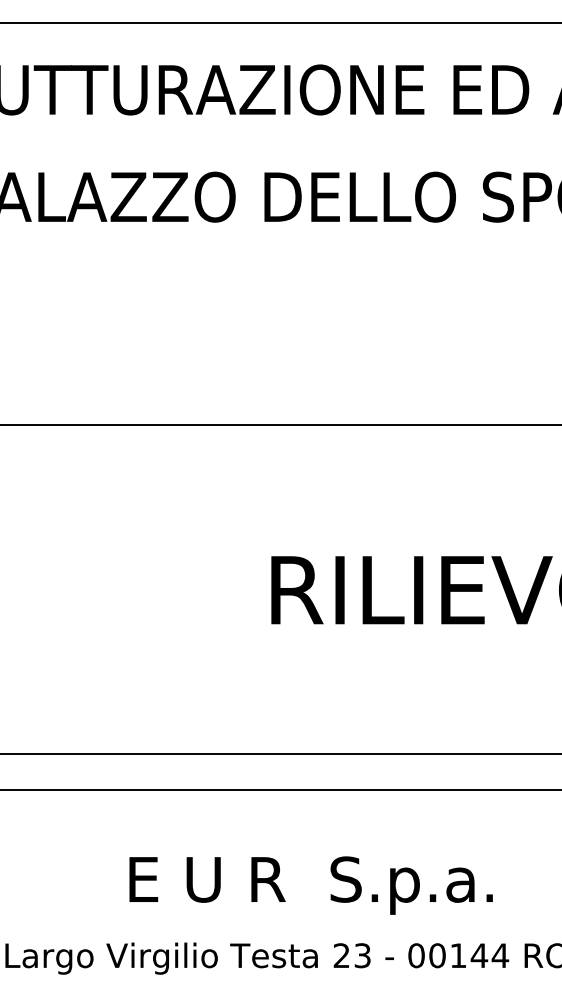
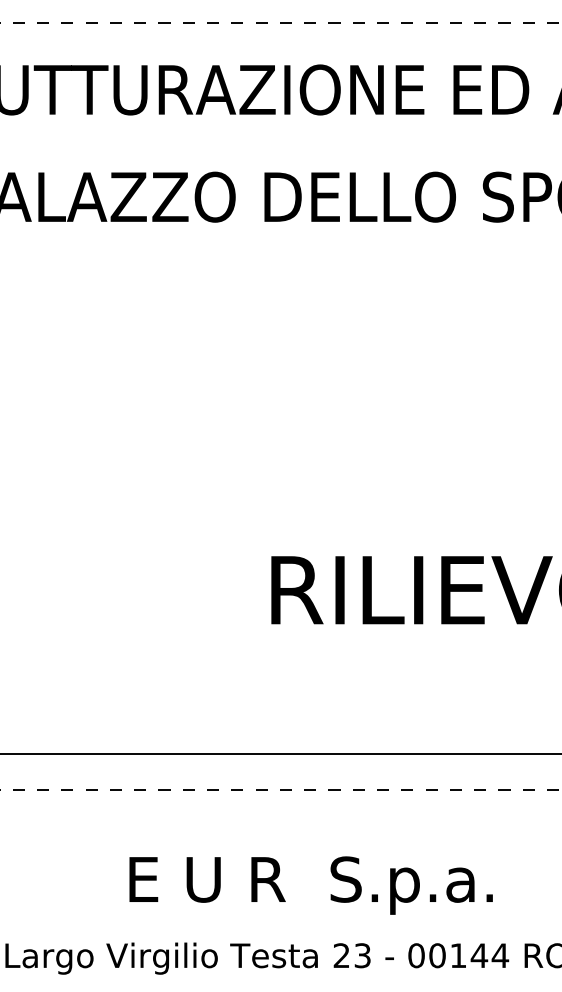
line at (281, 23): solid -> dashed
line at (280, 425): present -> none
line at (281, 790): solid -> dashed
